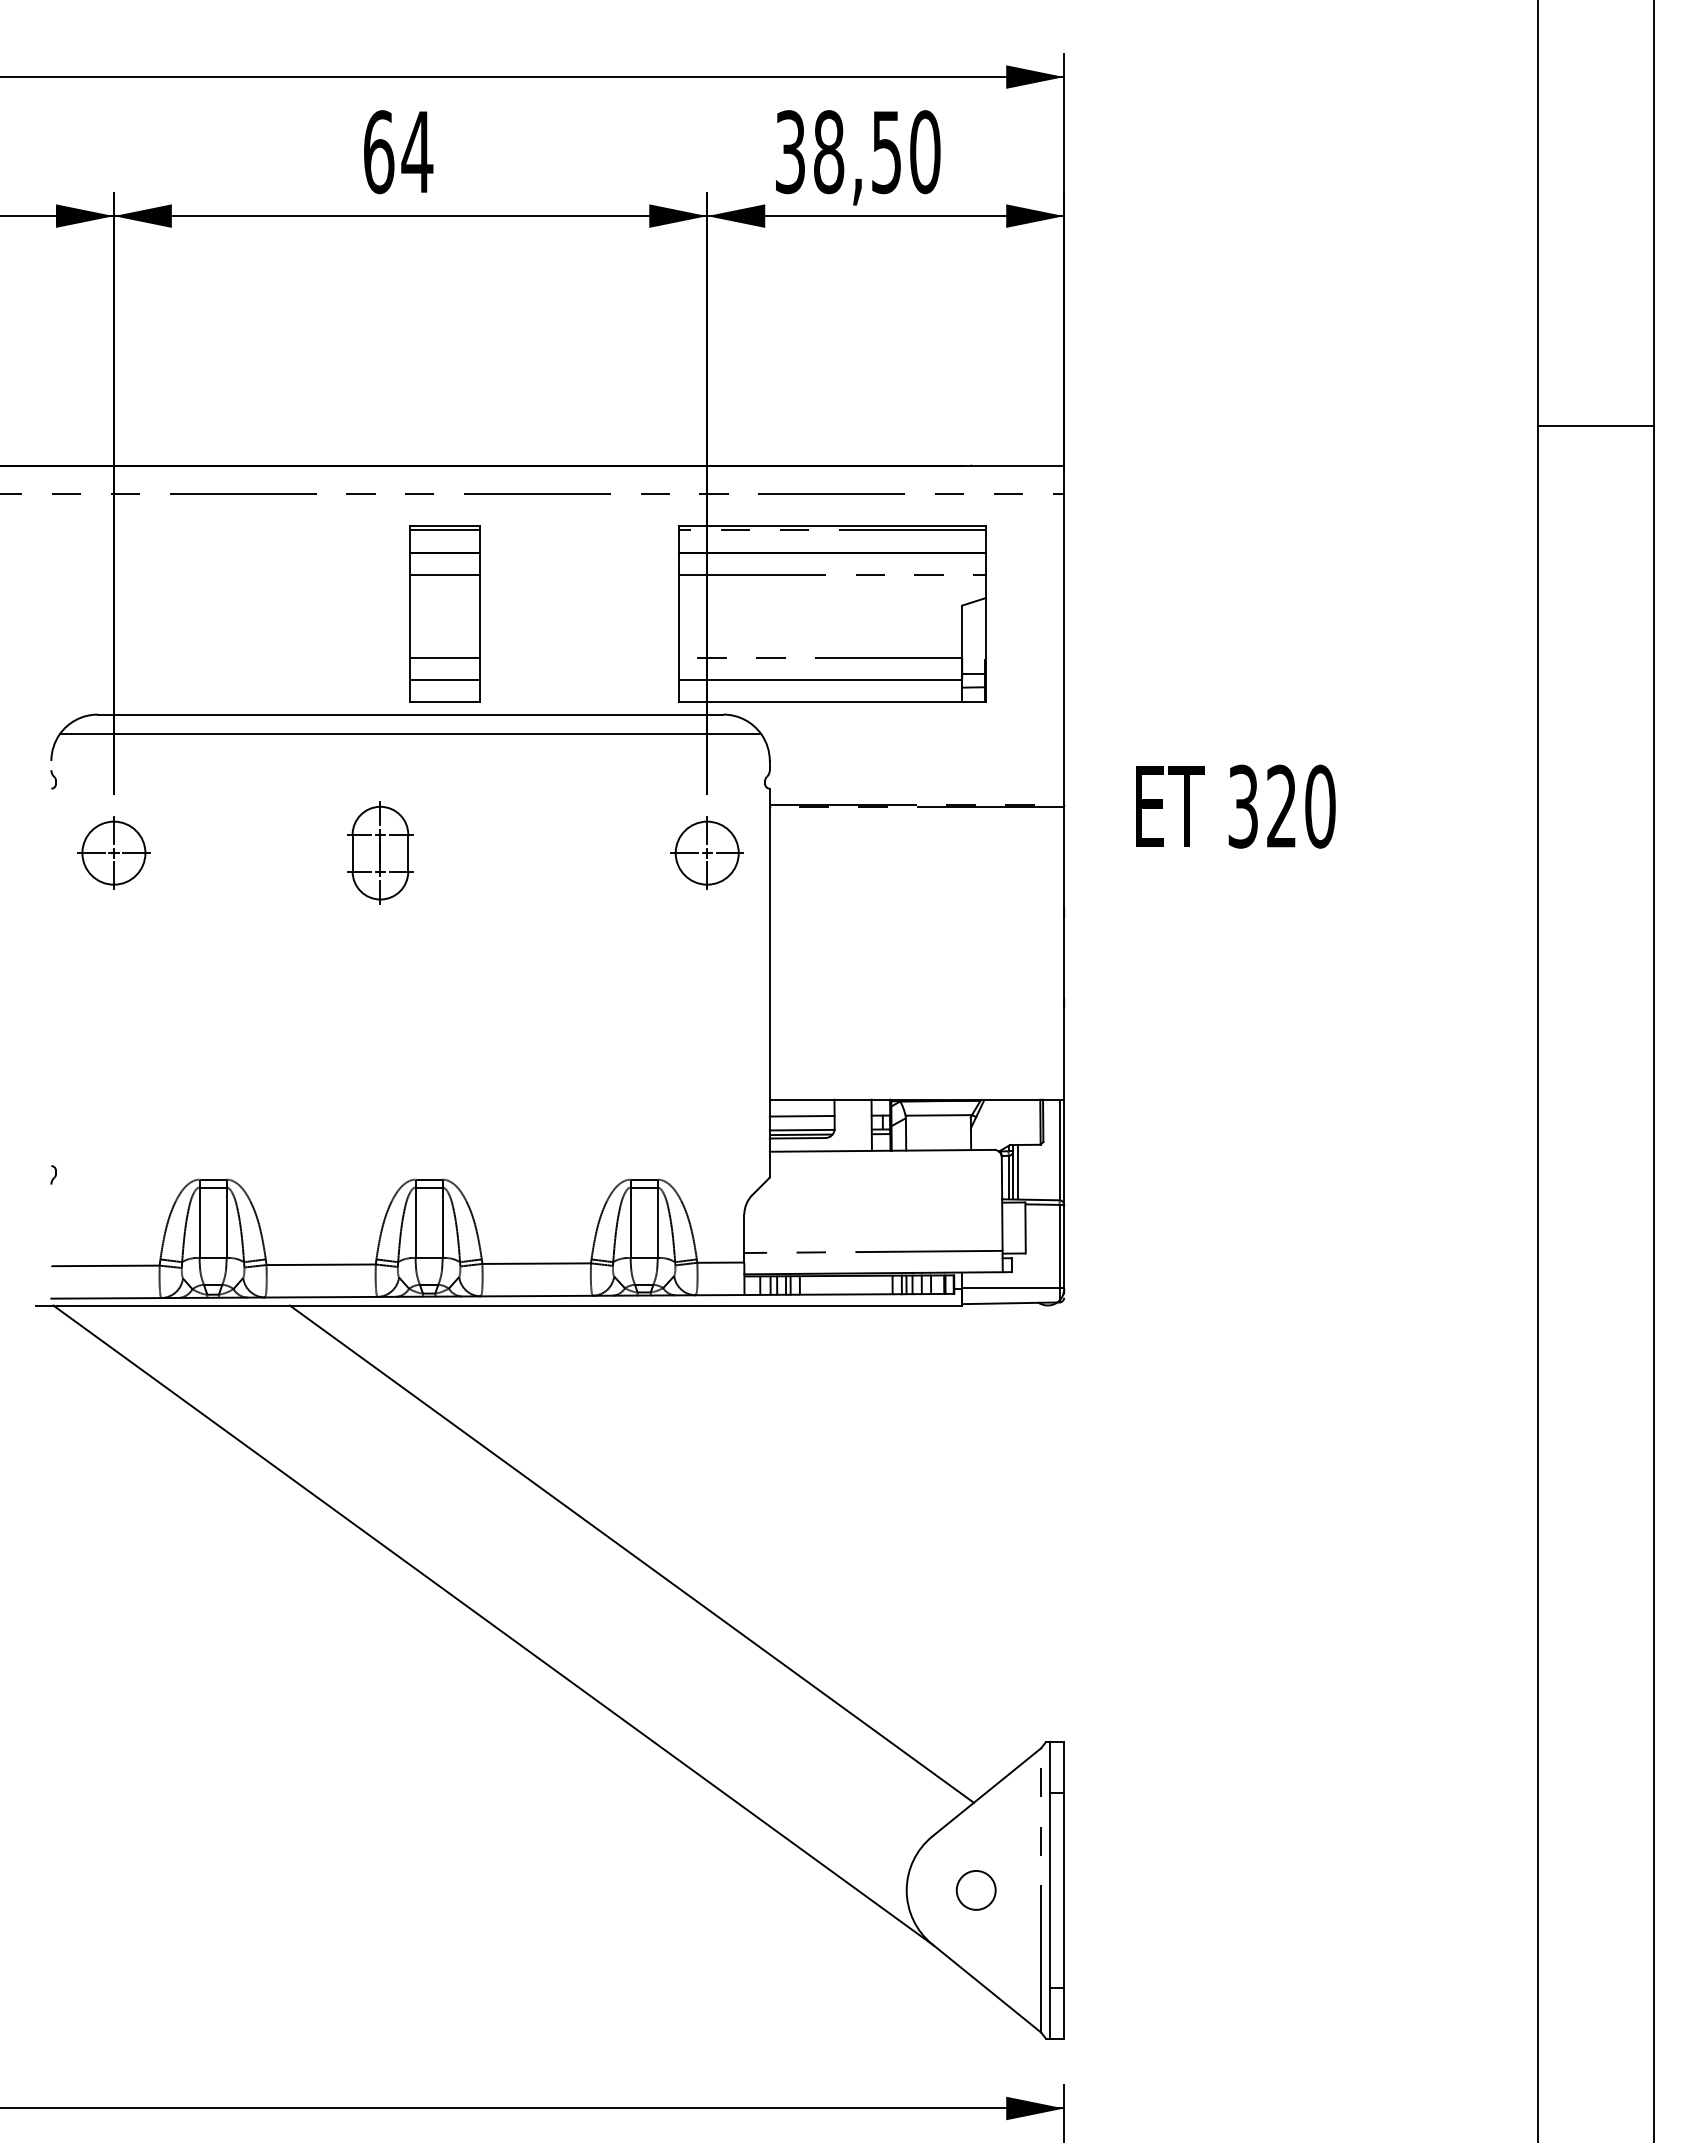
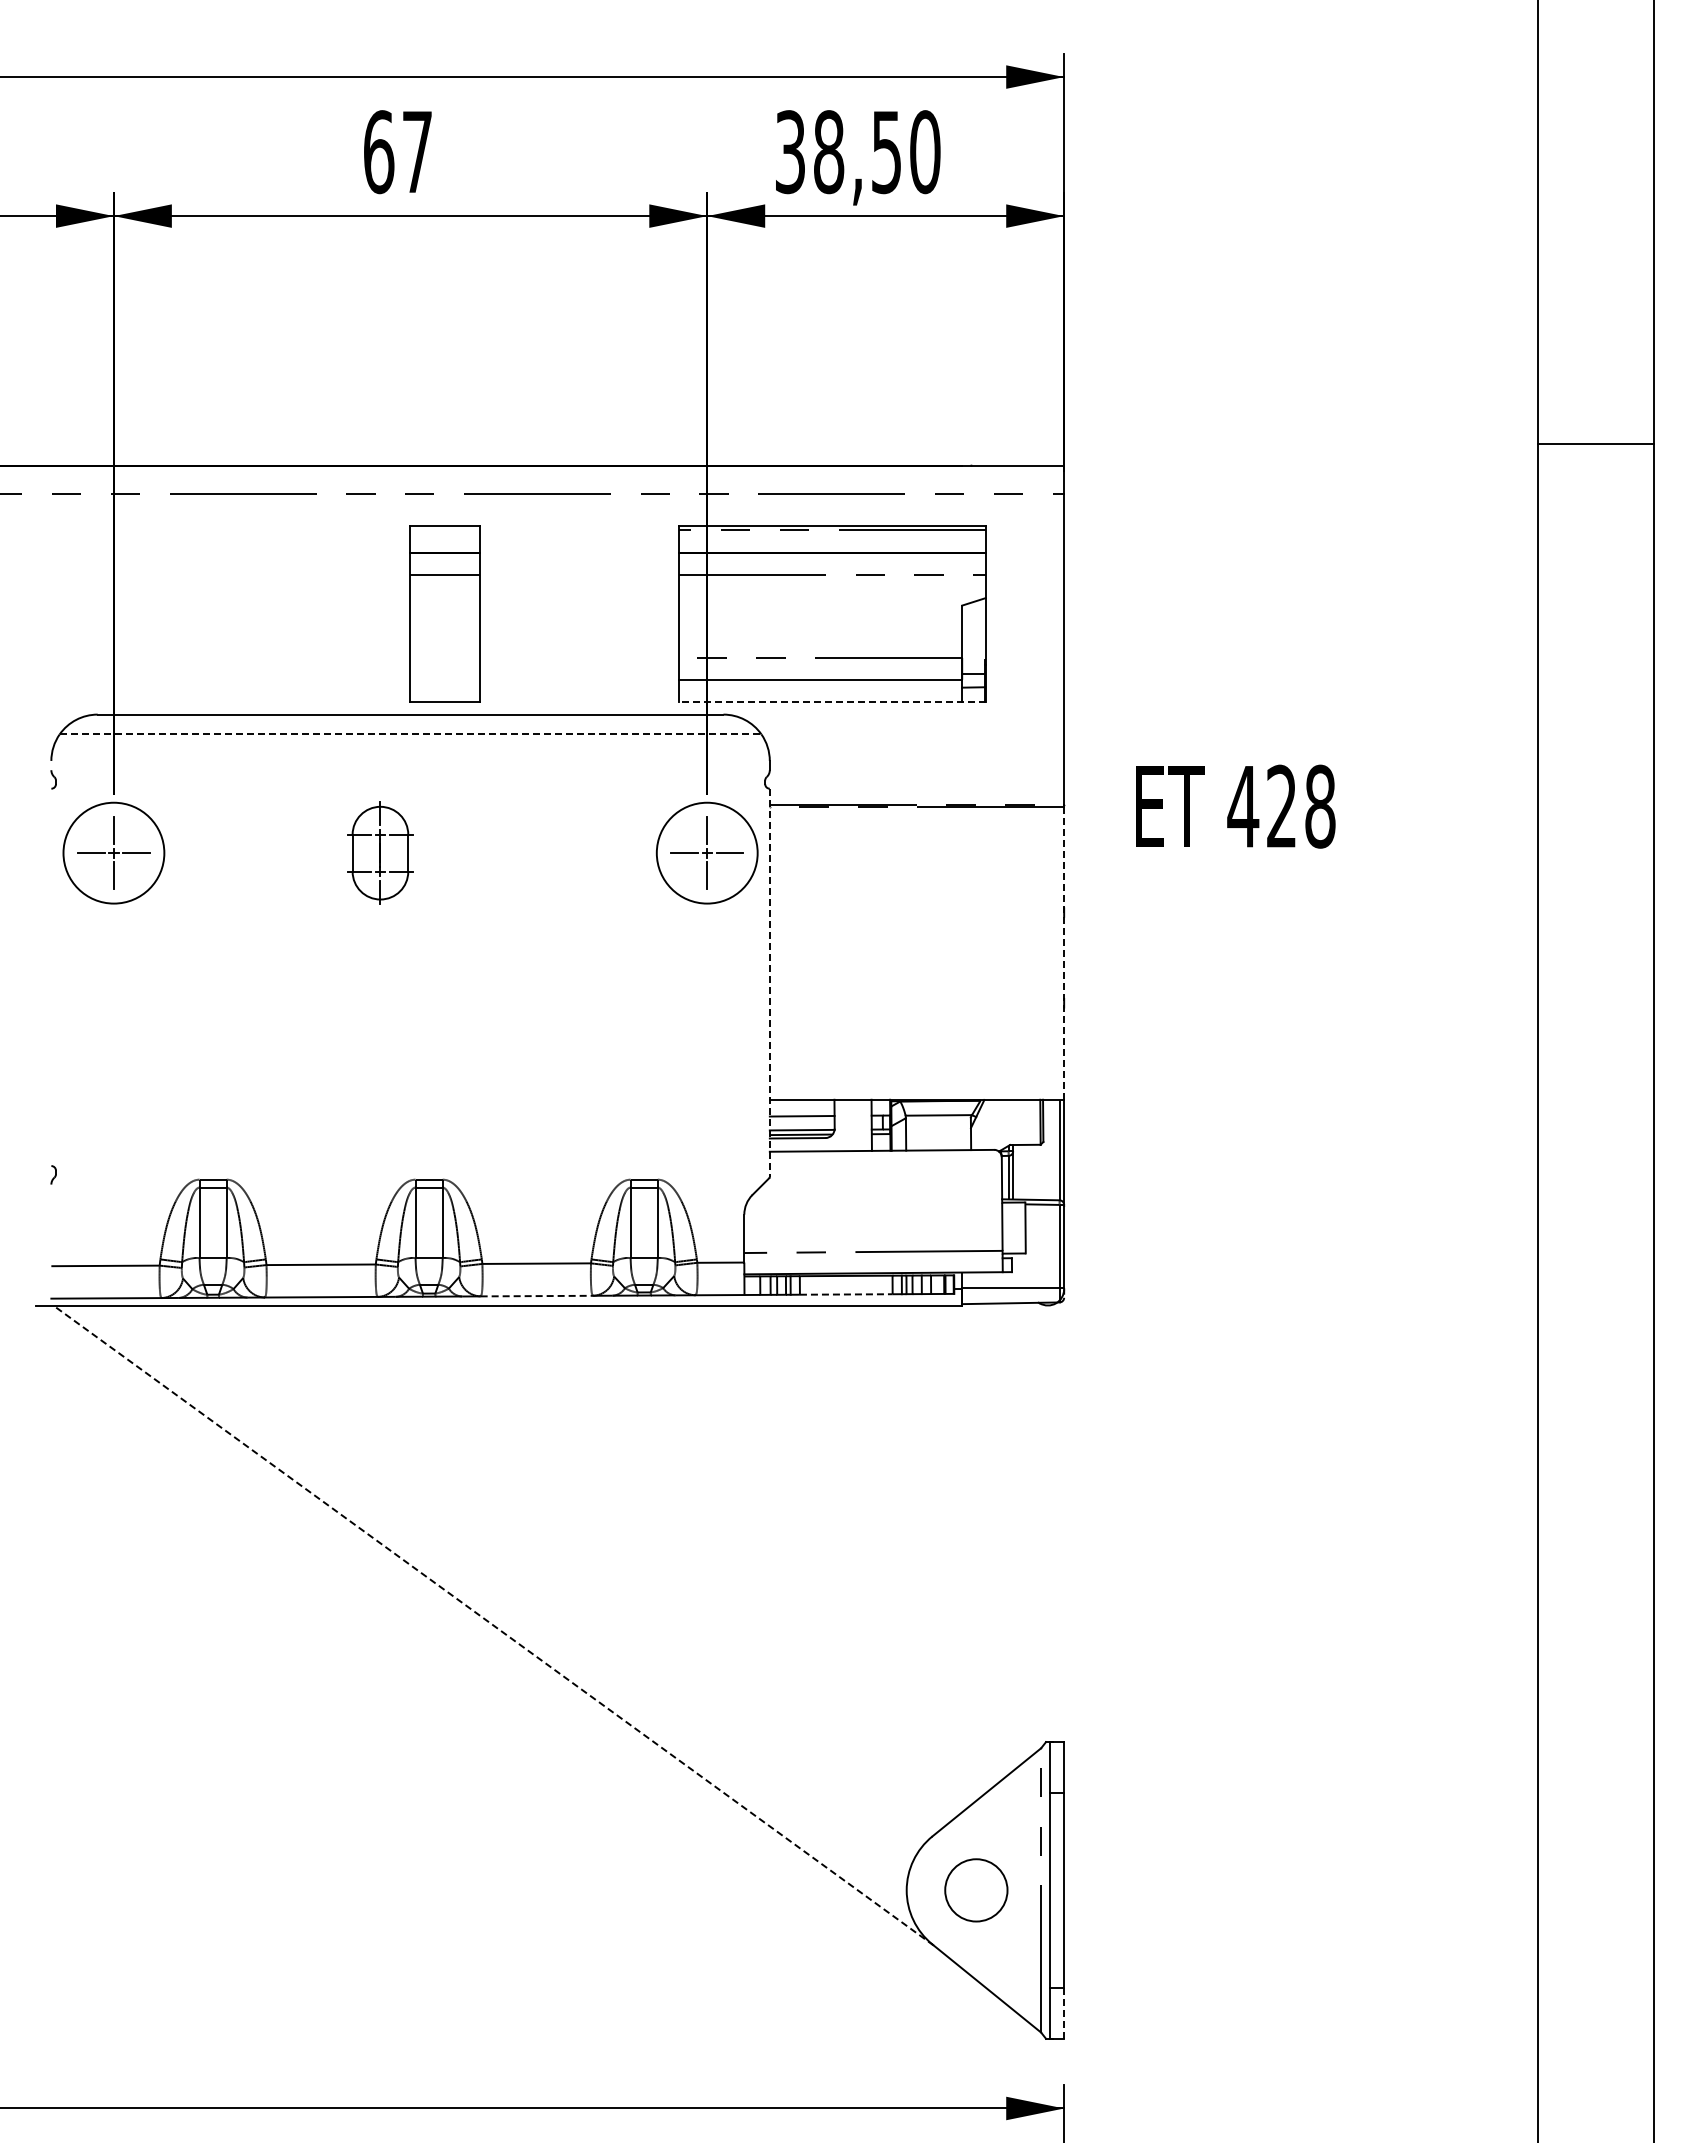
text at (417, 151): 64 -> 67
line at (1595, 425) position: (1595, 425) -> (1595, 443)
line at (444, 529): present -> none
line at (444, 658): present -> none
line at (444, 679): present -> none
line at (831, 702): solid -> dashed
line at (410, 734): solid -> dashed
text at (1281, 806): 320 -> 428
circle at (113, 852) diameter: 63 px -> 101 px
circle at (706, 852) diameter: 63 px -> 101 px
line at (1064, 953): solid -> dashed
line at (769, 983): solid -> dashed
line at (1017, 1171): present -> none
line at (846, 1294): solid -> dashed
line at (537, 1296): solid -> dashed
line at (631, 1553): present -> none
line at (493, 1625): solid -> dashed
circle at (975, 1890) size: 42x41 px -> 65x65 px
line at (1064, 2013): solid -> dashed
